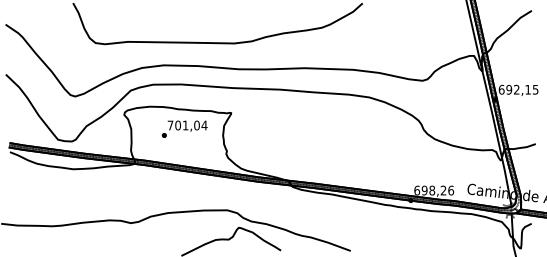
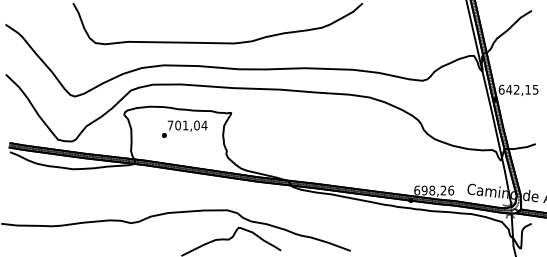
text at (509, 89): 692,15 -> 642,15
